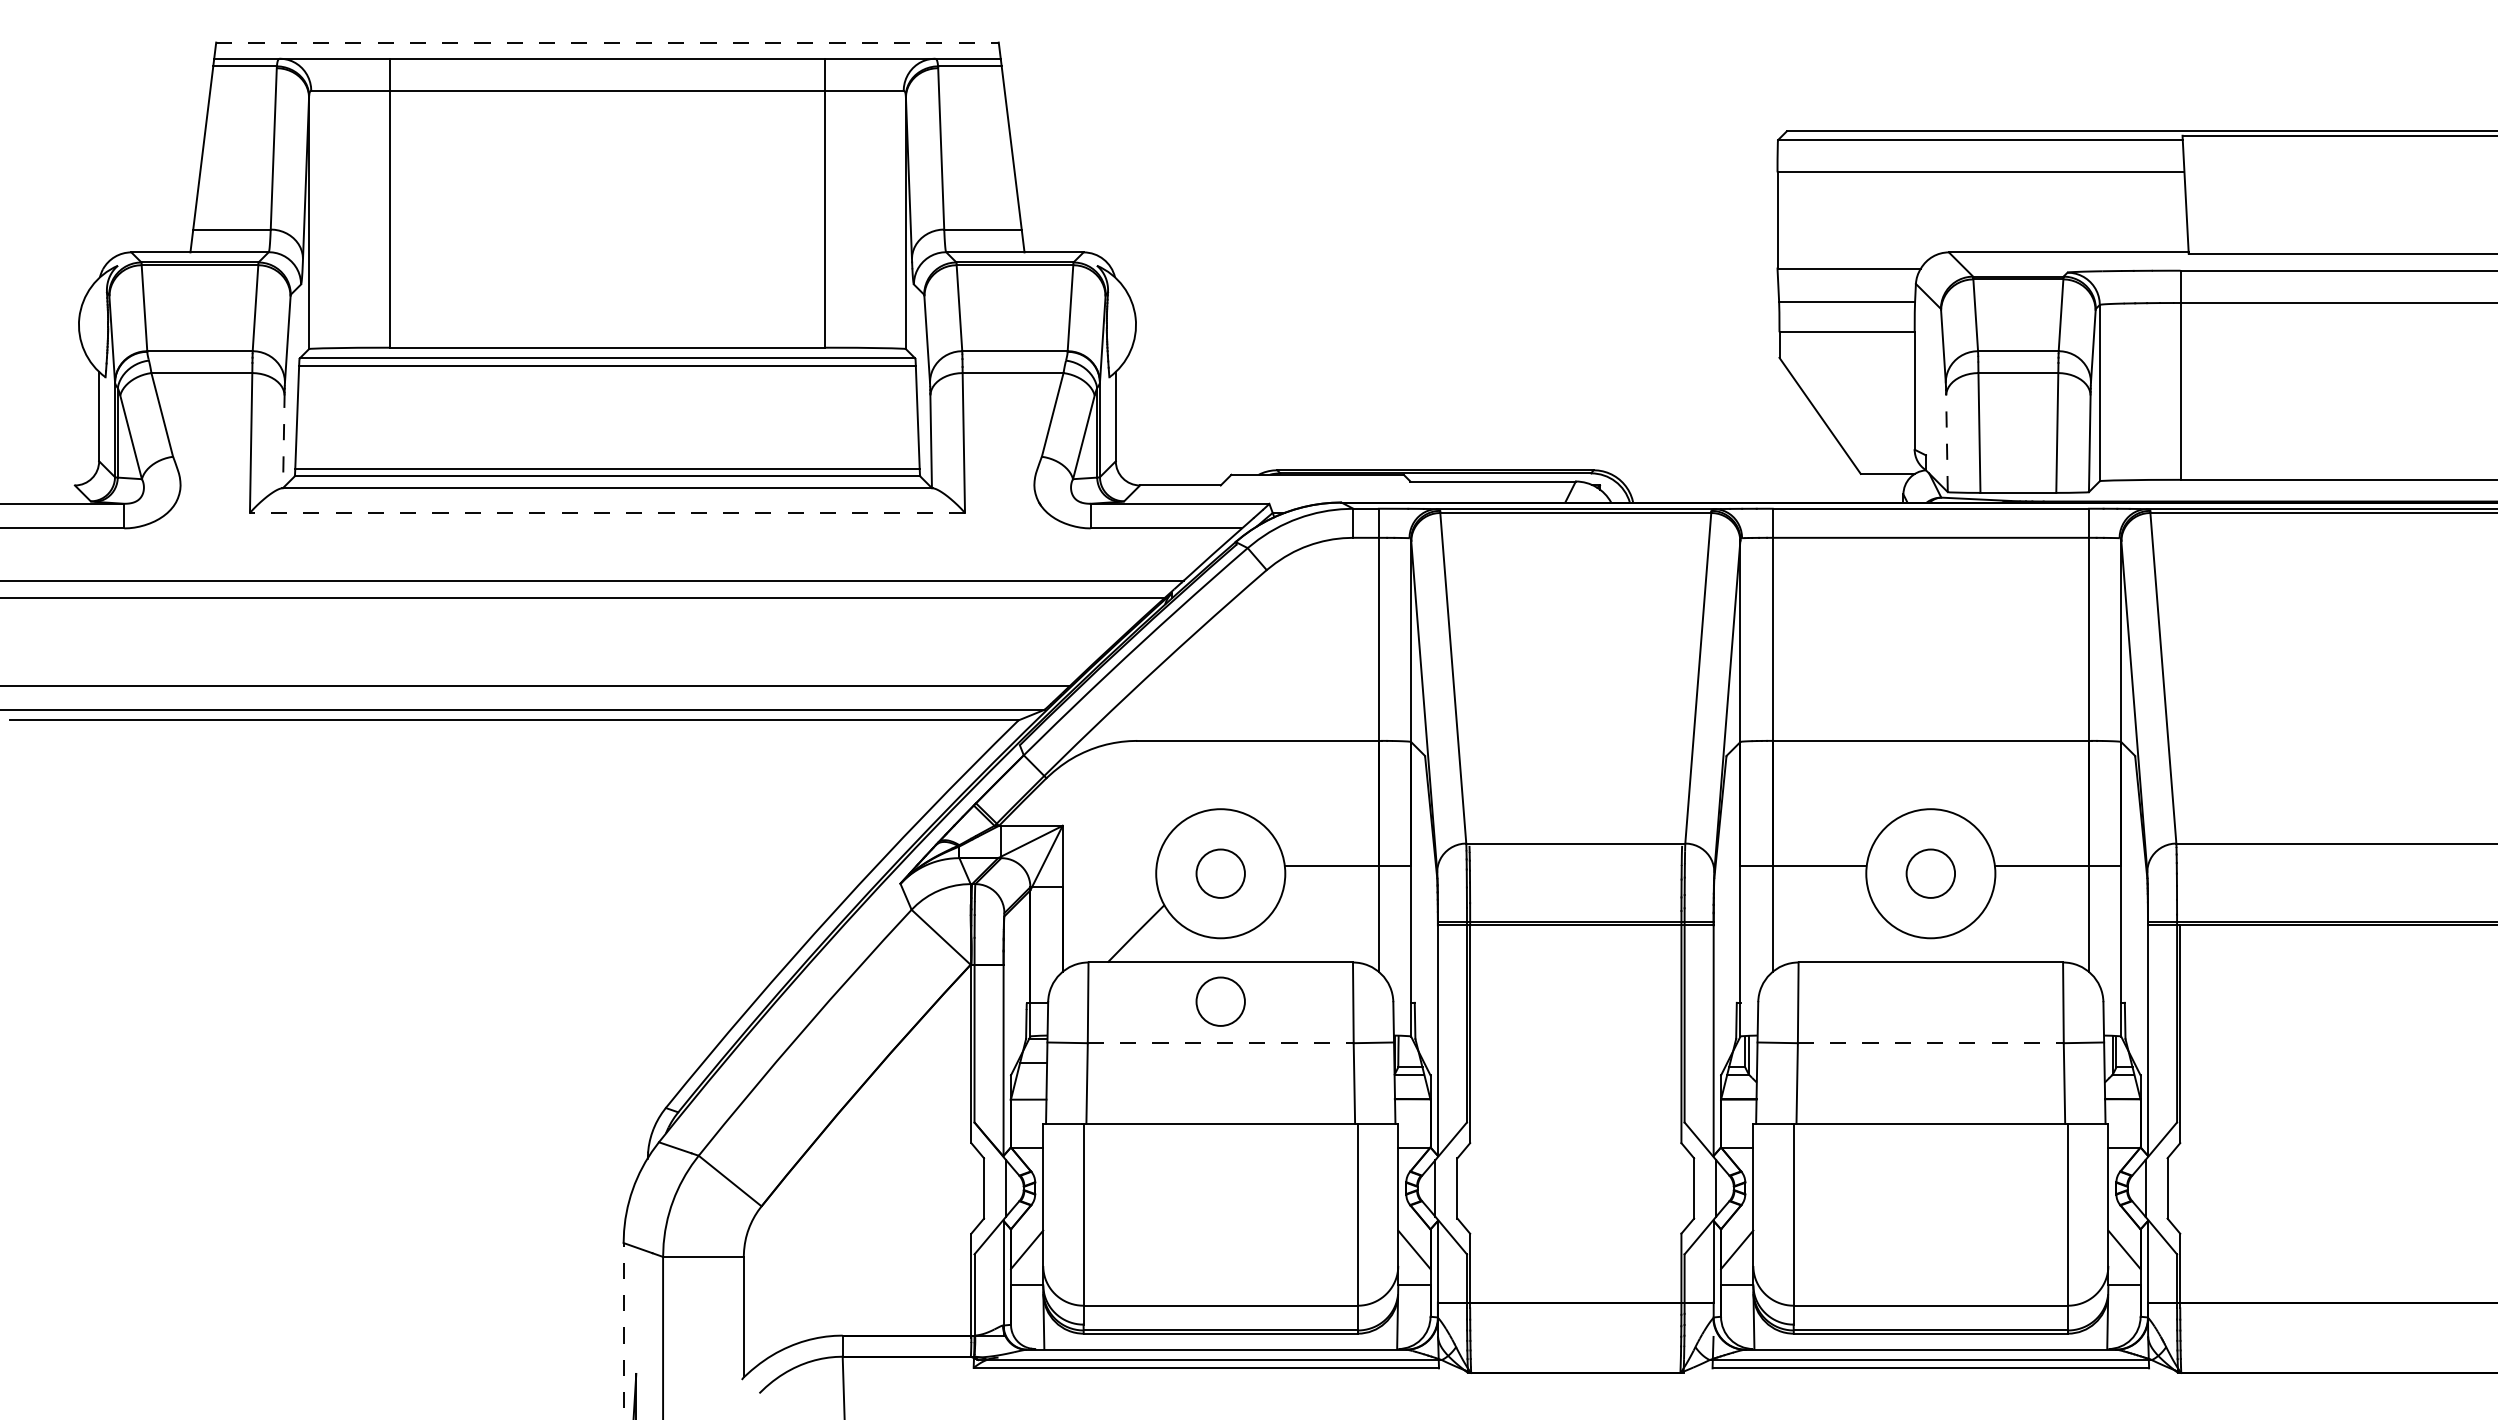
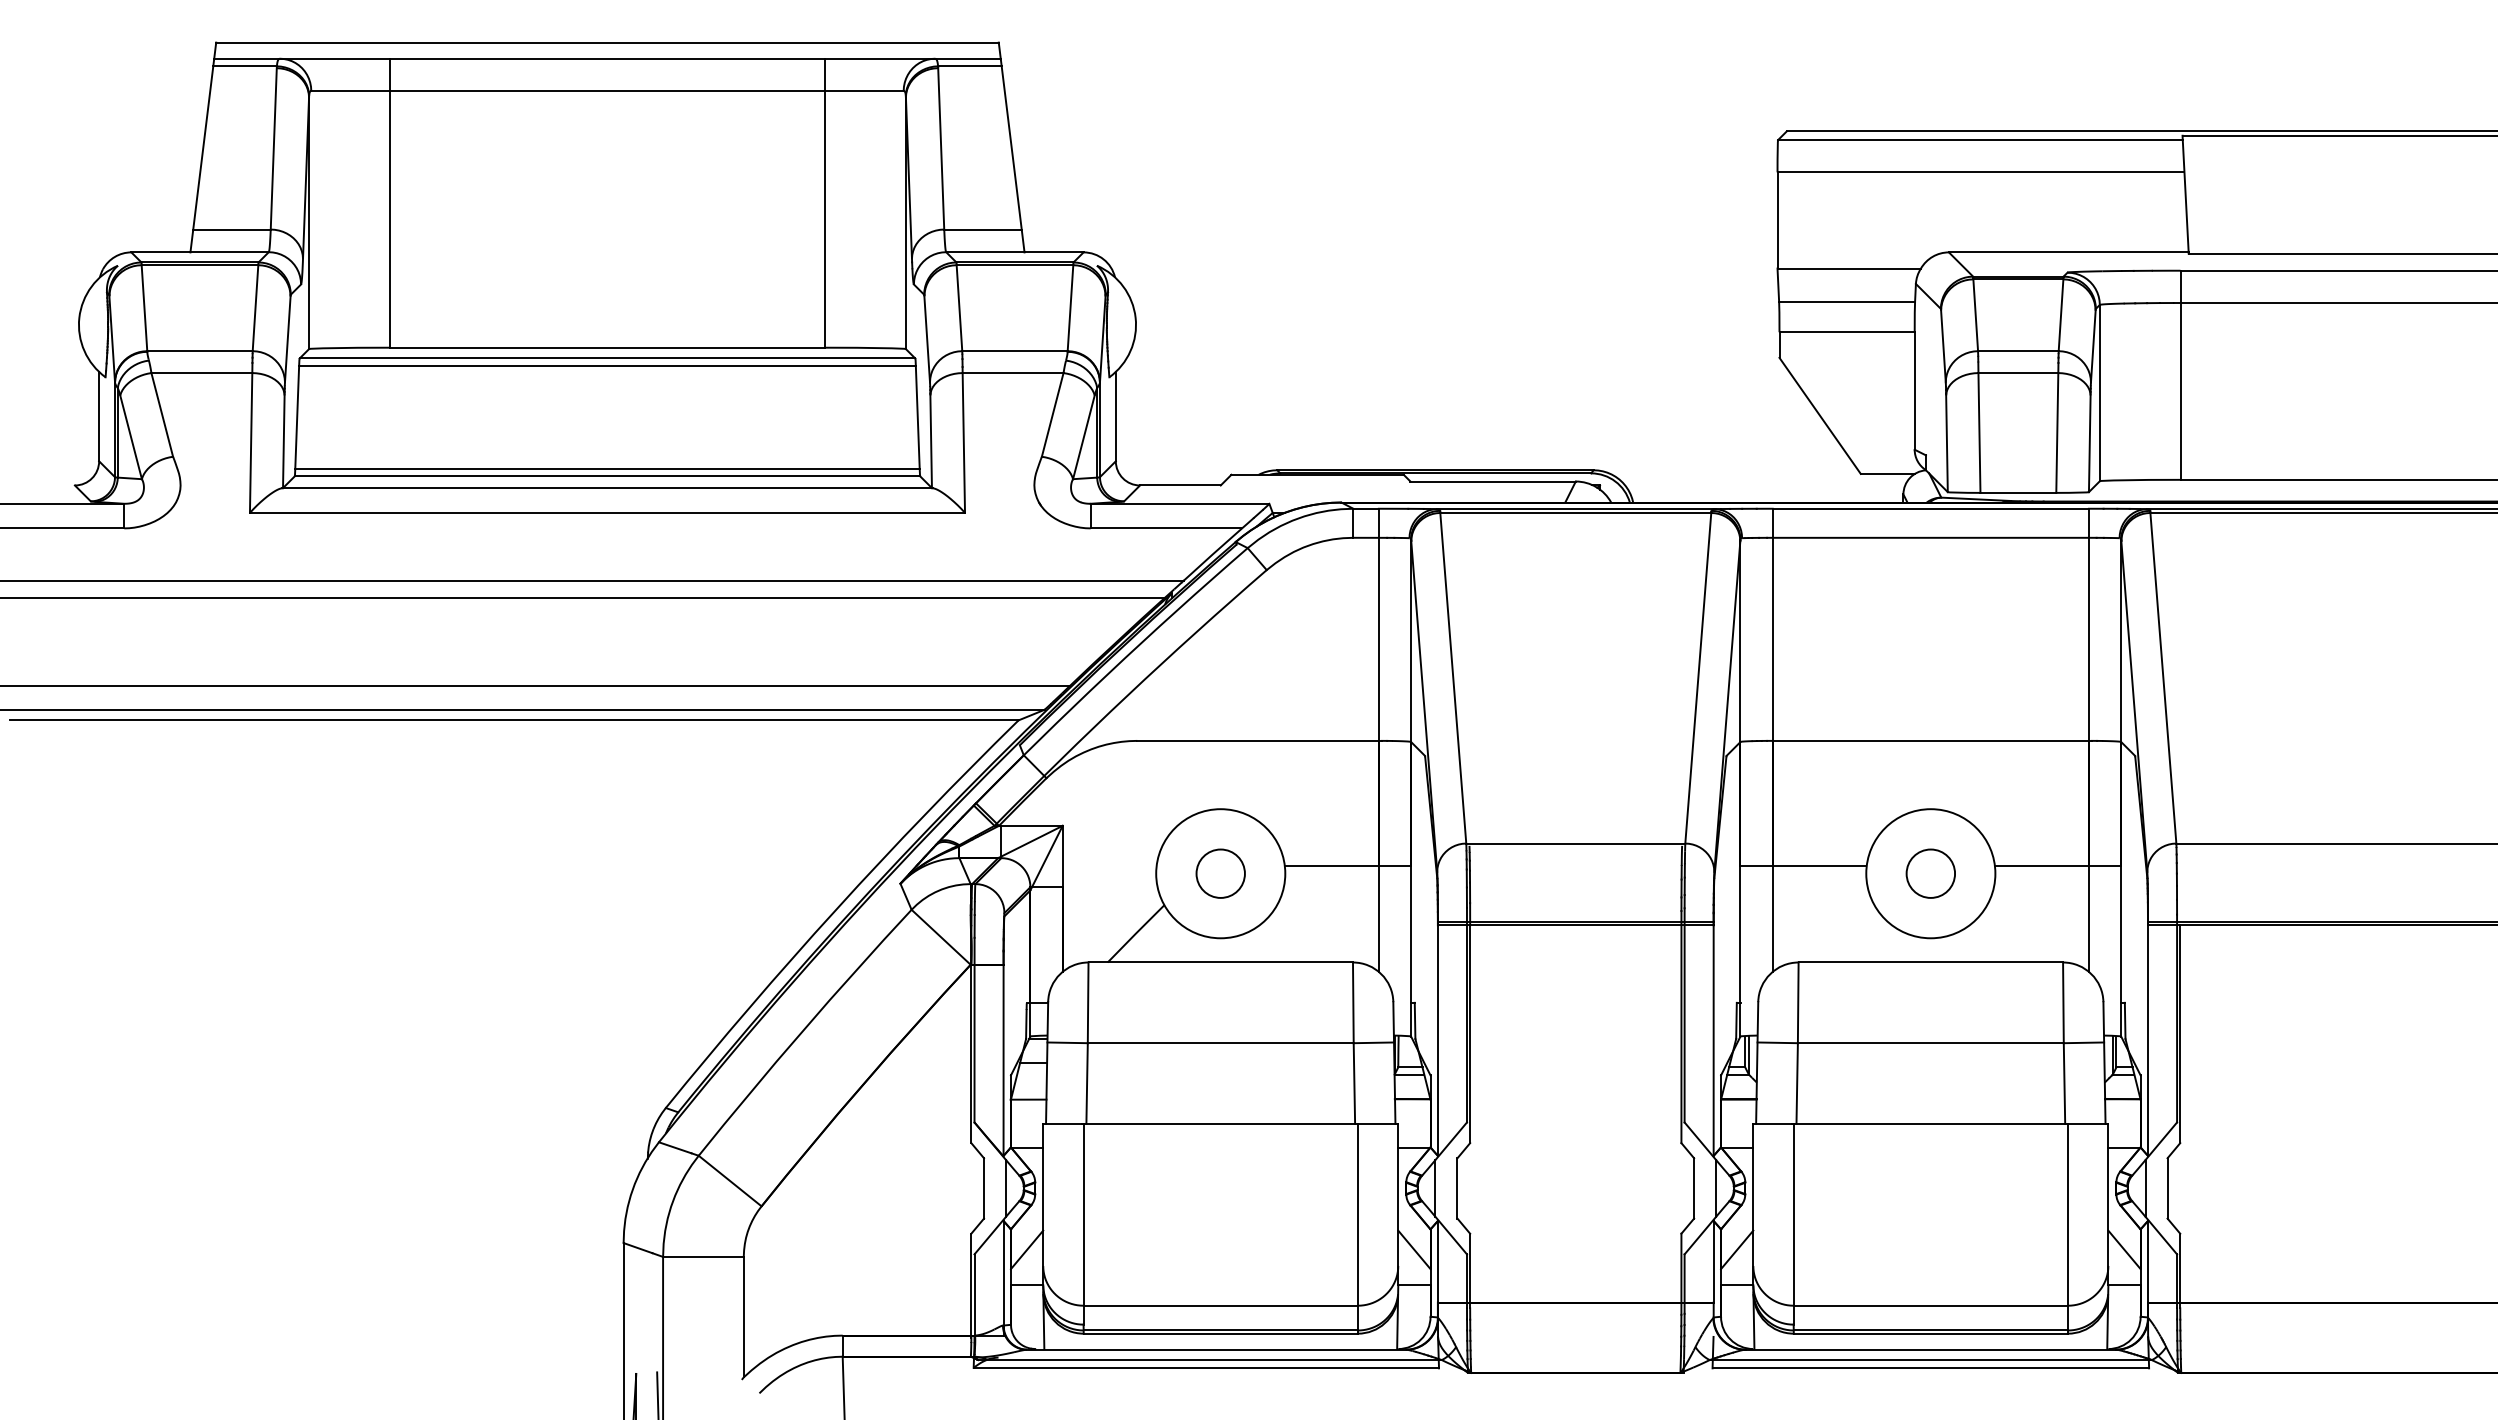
line at (608, 42): dashed -> solid
line at (283, 440): dashed -> solid
line at (1946, 442): dashed -> solid
line at (607, 512): dashed -> solid
circle at (1220, 1001): present -> none
line at (1220, 1043): dashed -> solid
line at (1930, 1043): dashed -> solid
line at (623, 1331): dashed -> solid
line at (657, 1394): none -> present
